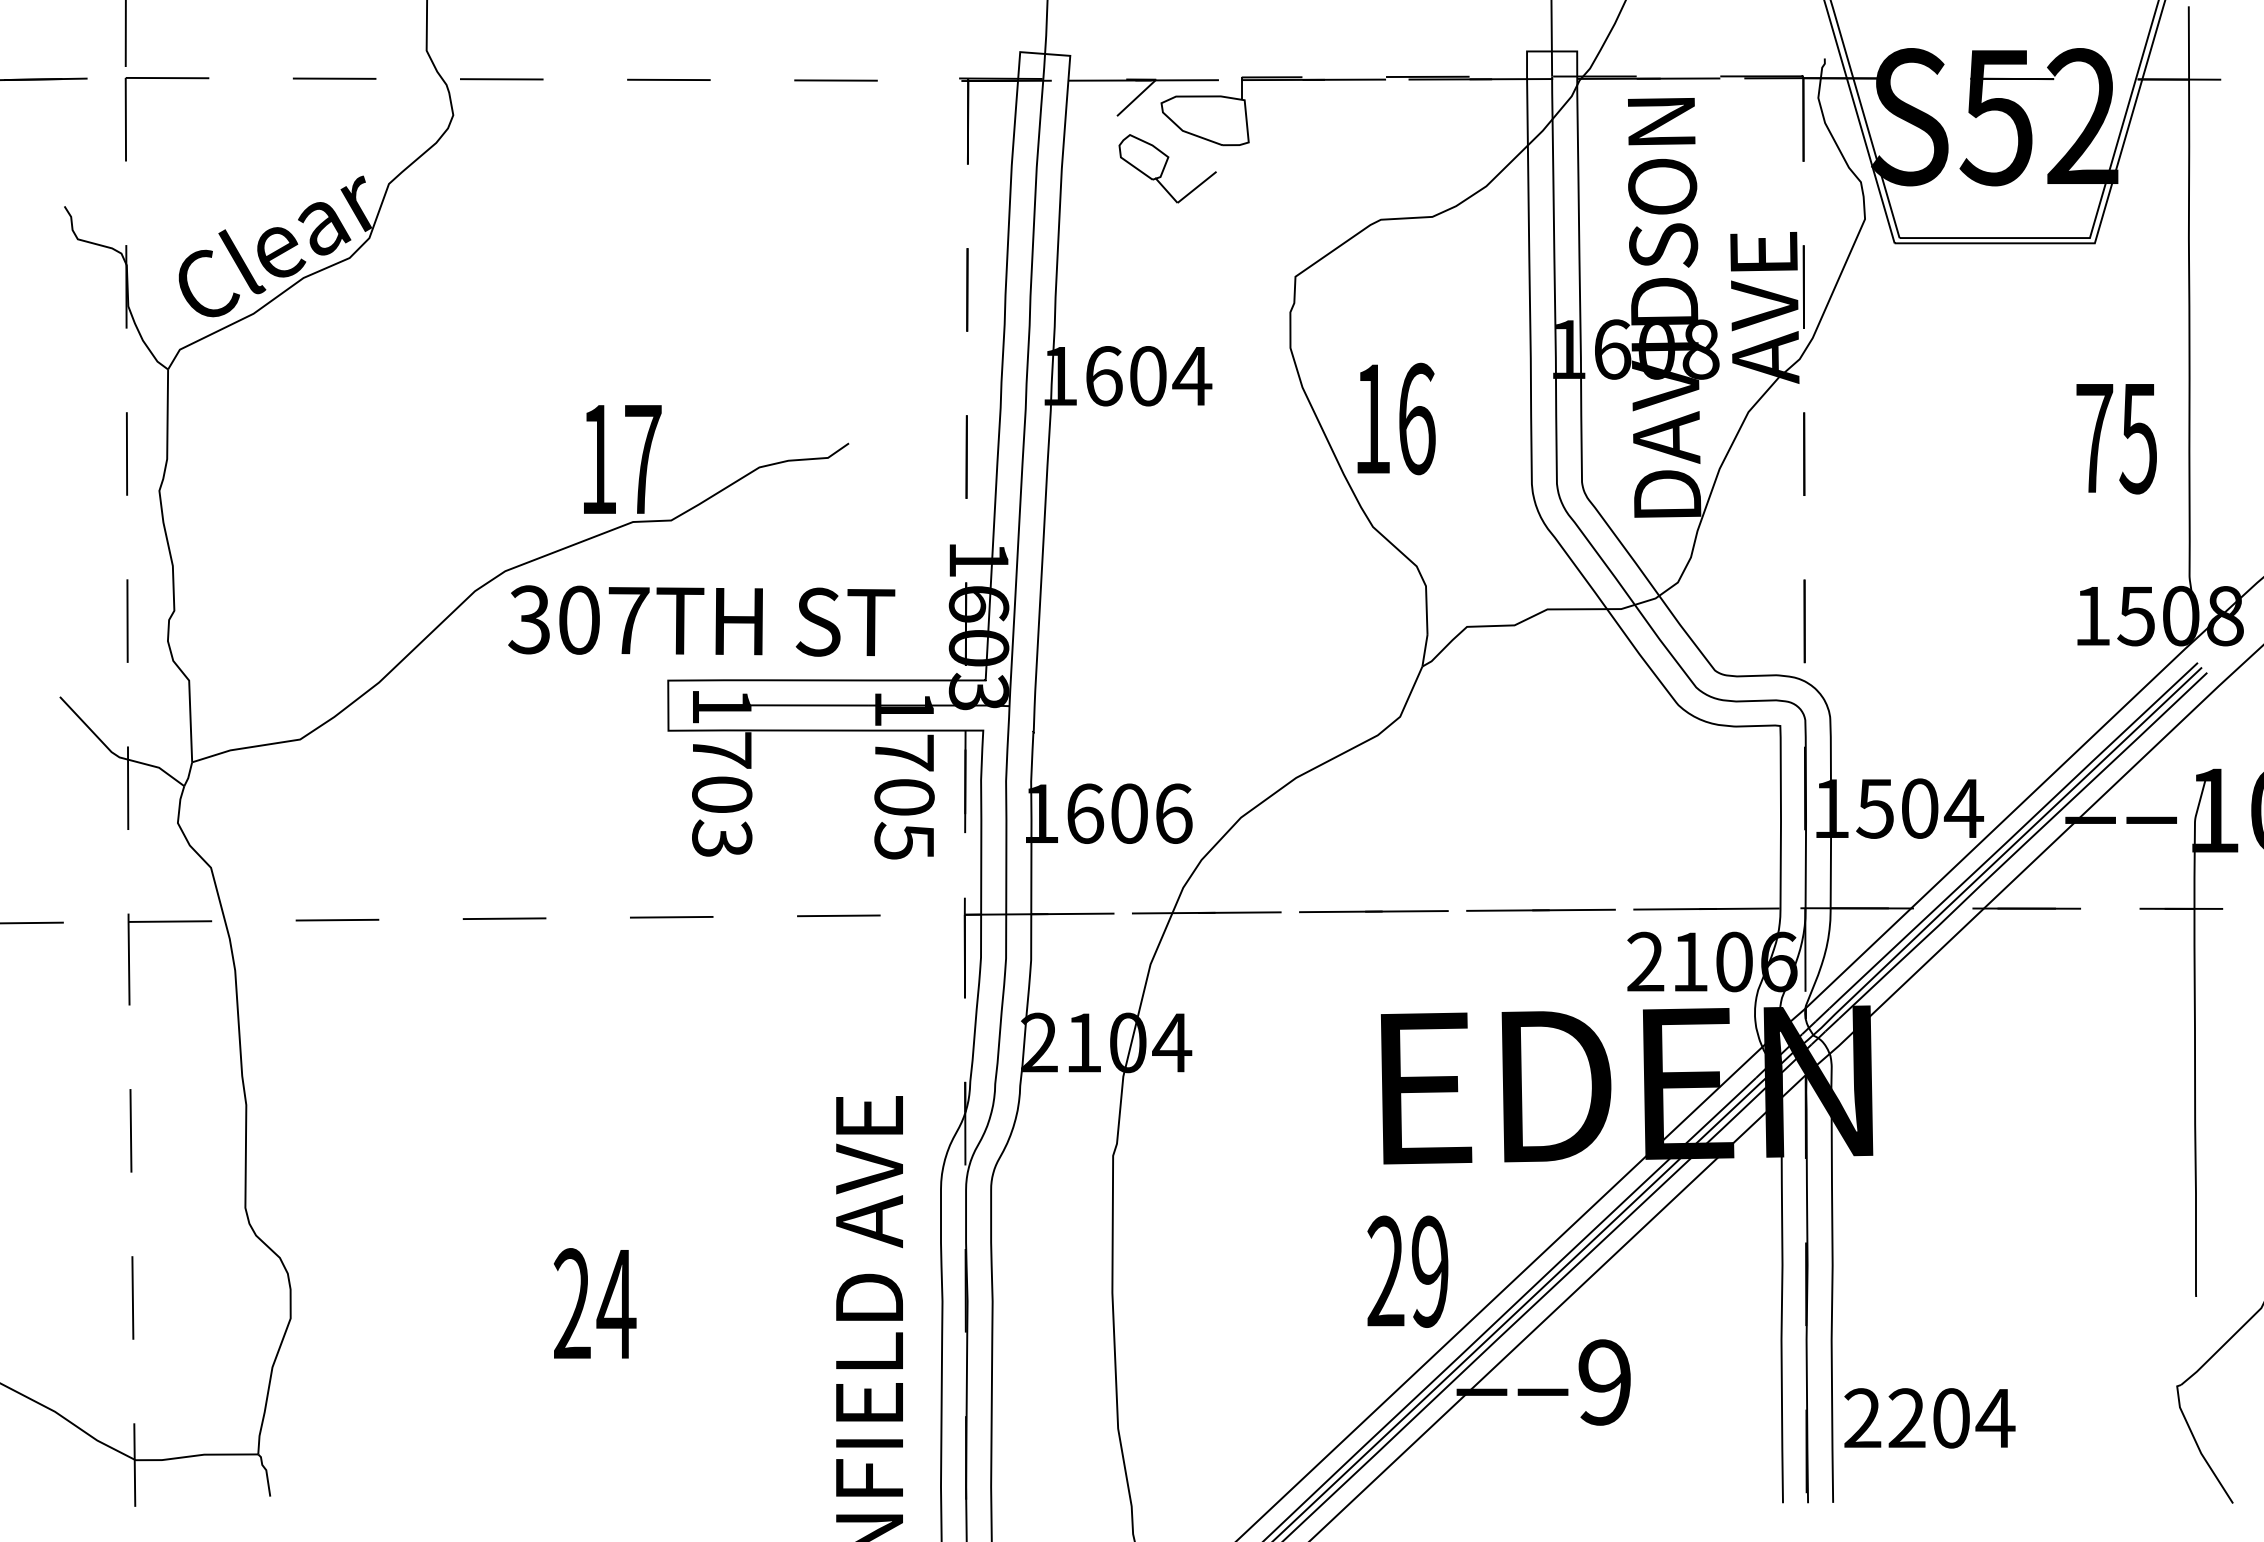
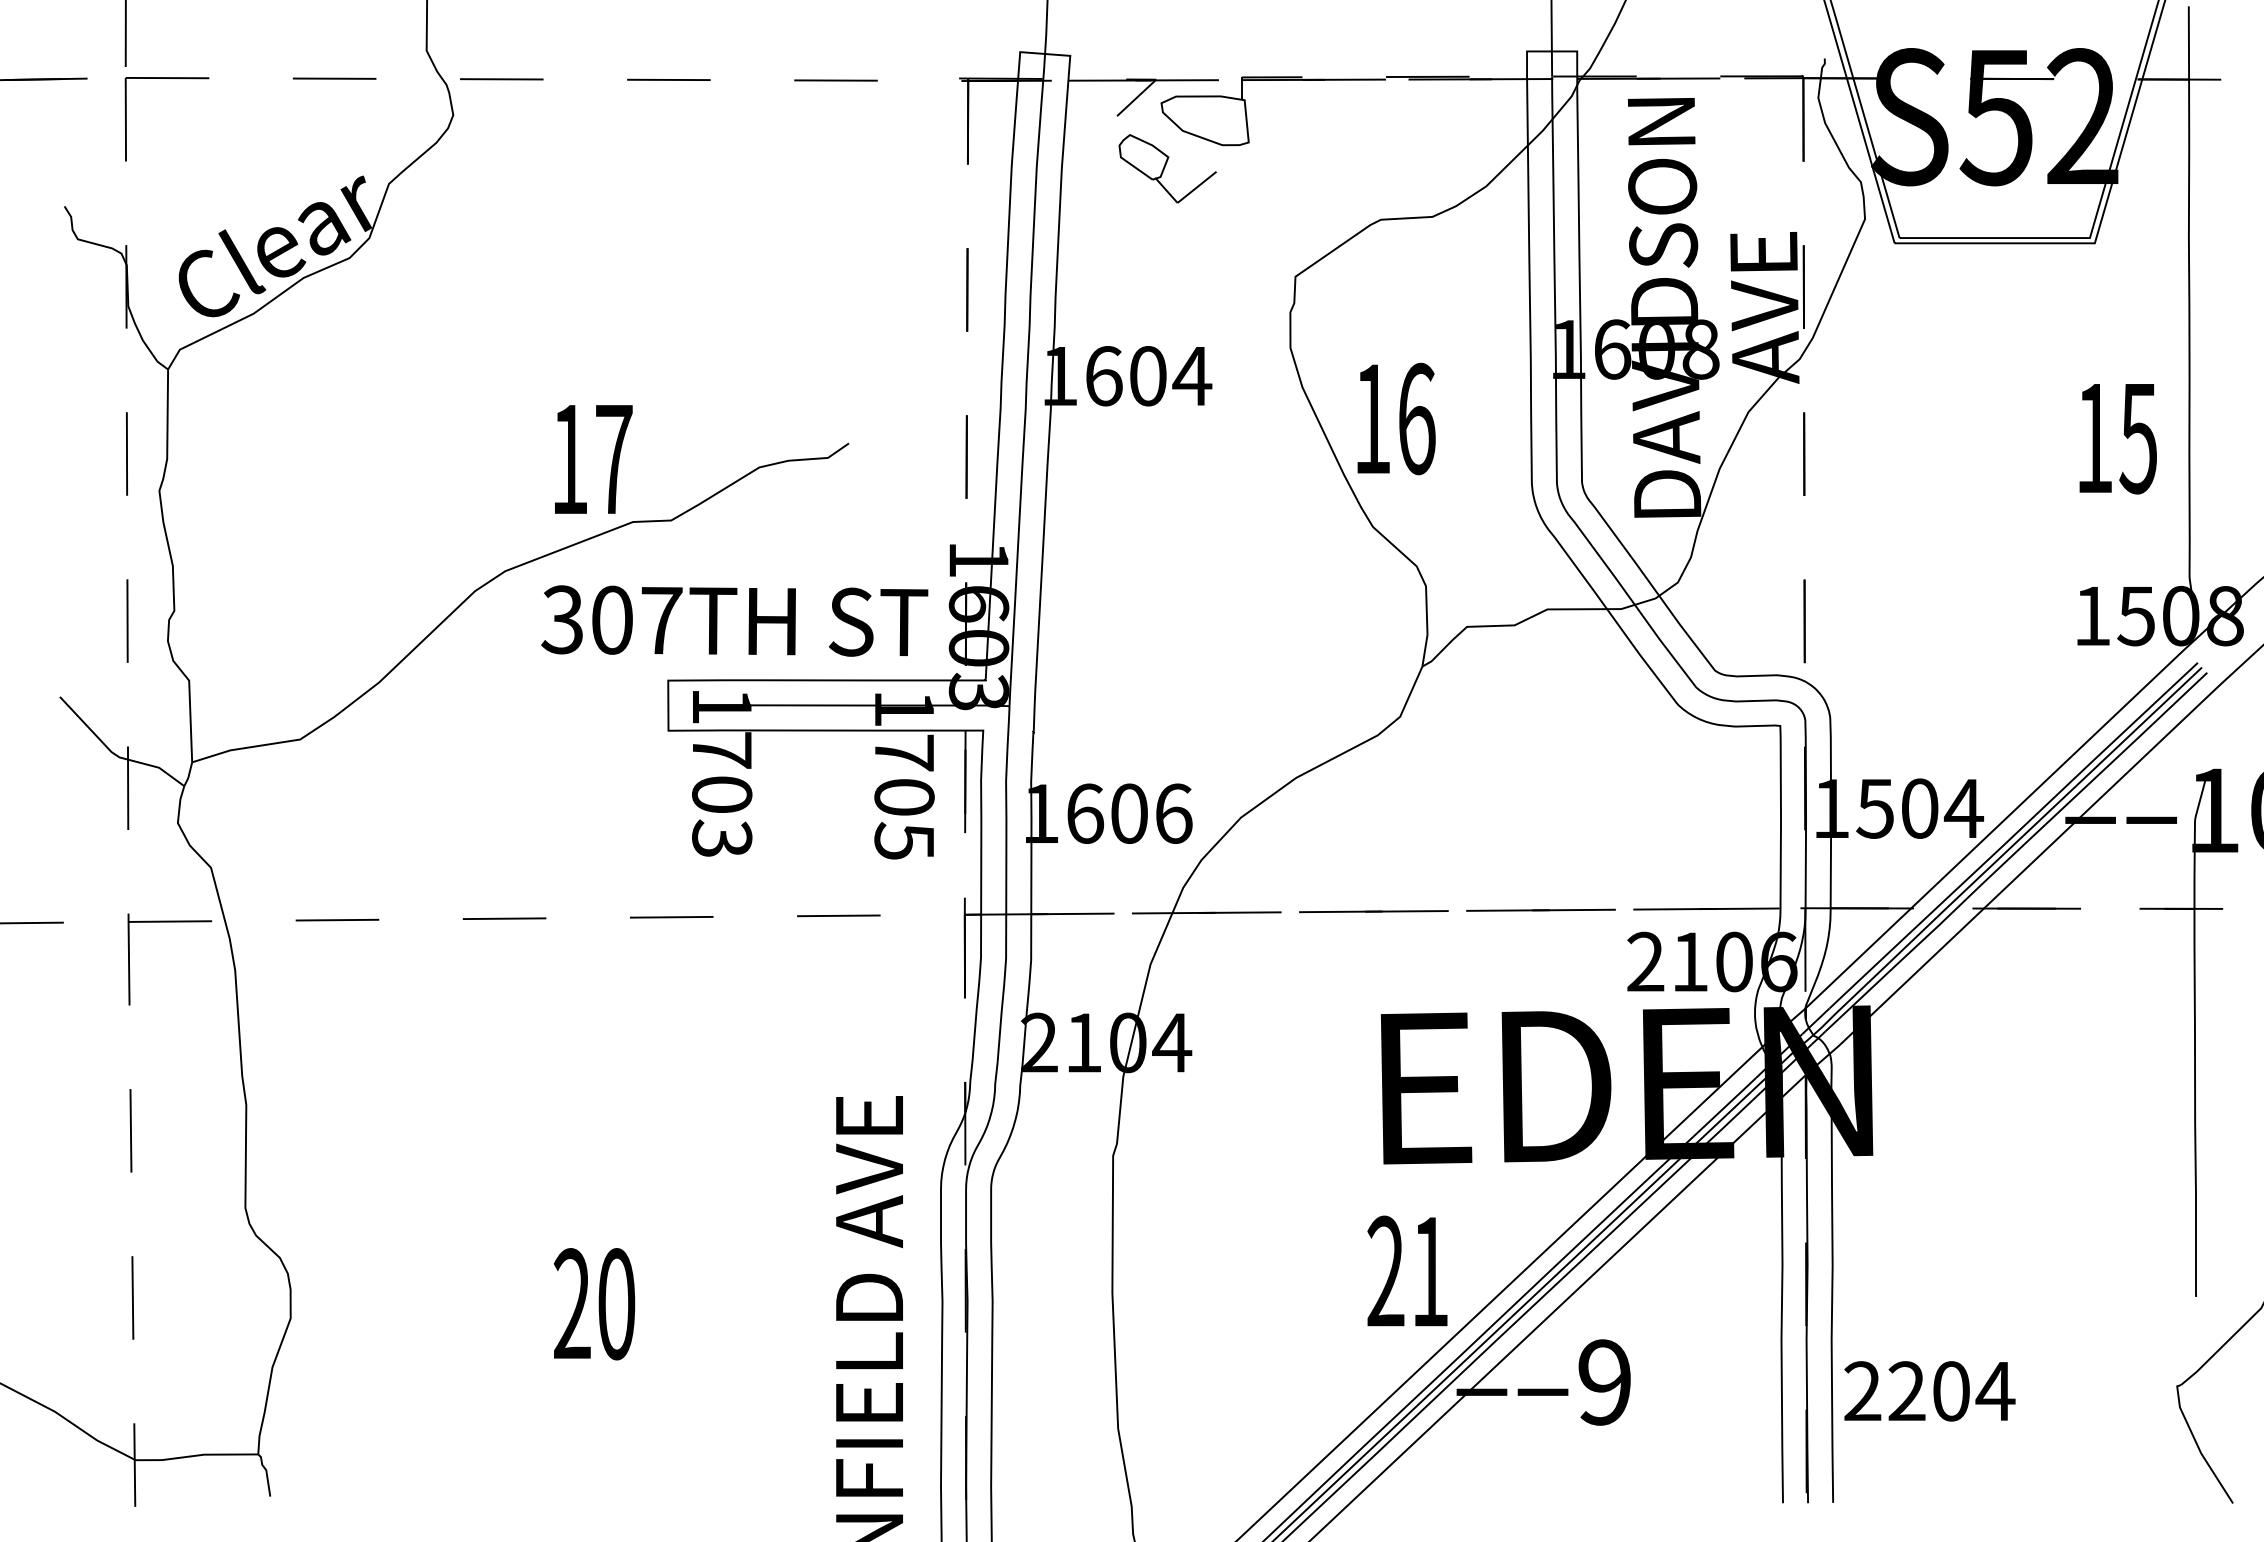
text at (2094, 438): 75 -> 15
text at (622, 459) position: (622, 459) -> (593, 459)
text at (701, 620) position: (701, 620) -> (734, 620)
text at (1429, 1271): 29 -> 21
text at (616, 1304): 24 -> 20
text at (1929, 1418) position: (1929, 1418) -> (1929, 1391)
